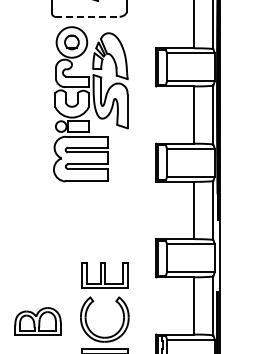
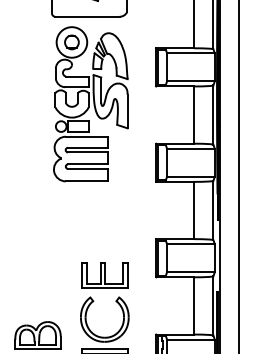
line at (87, 16): dashed -> solid
line at (238, 176): none -> present
part at (37, 321) position: (37, 321) -> (37, 335)
